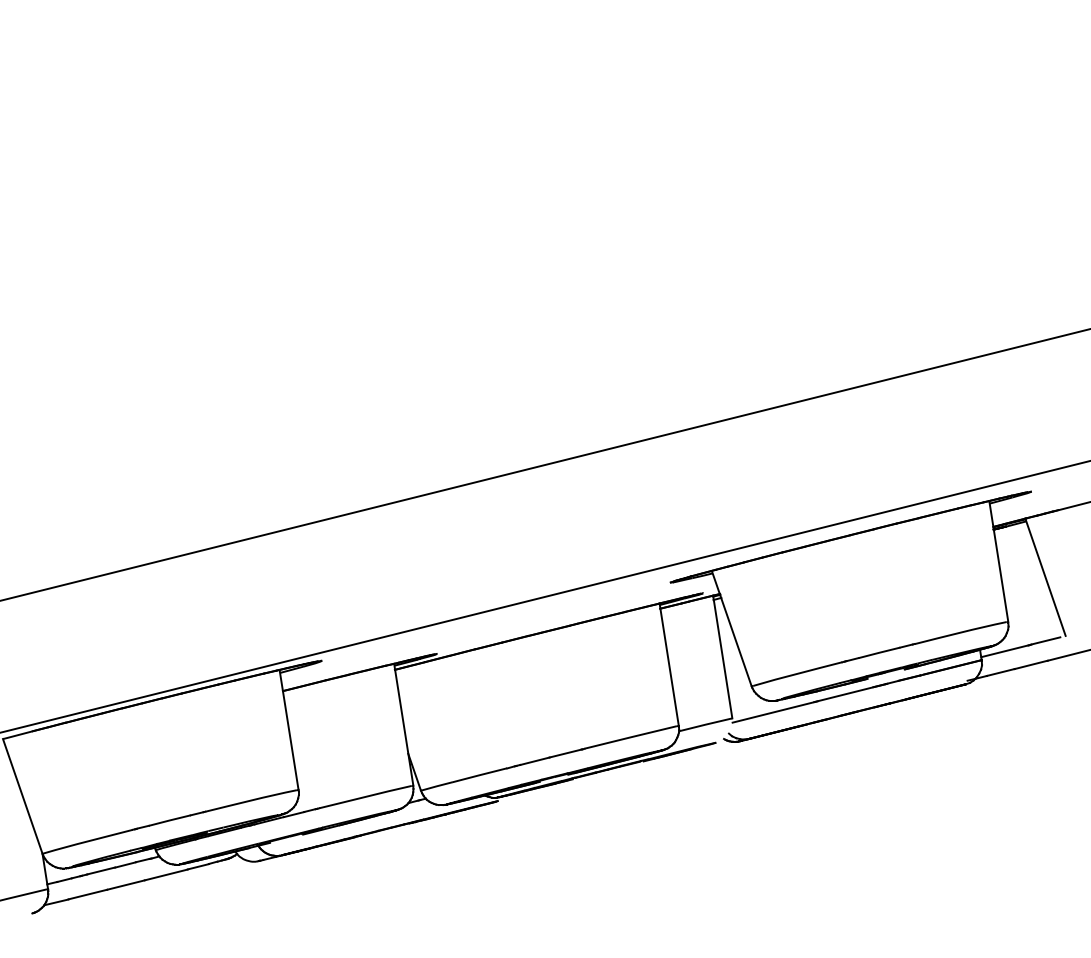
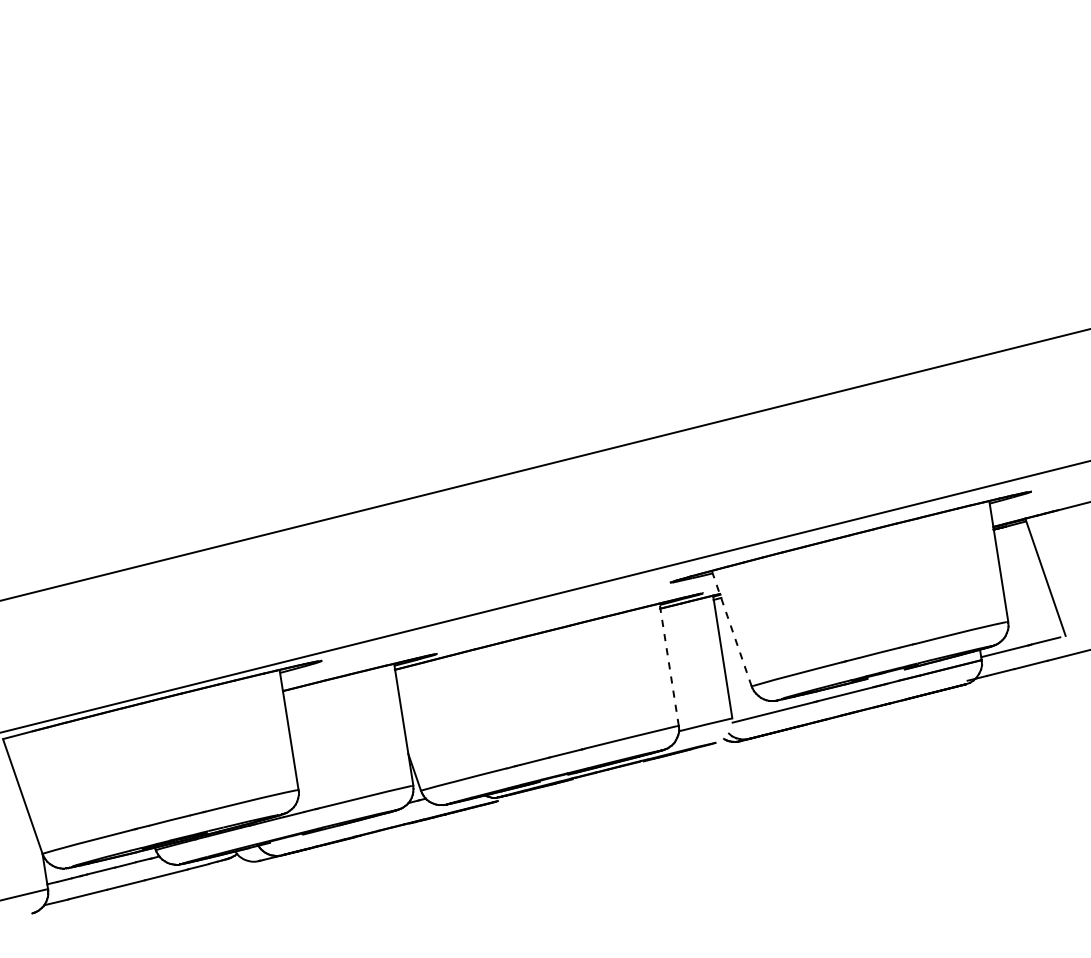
line at (731, 628): solid -> dashed
line at (669, 664): solid -> dashed
